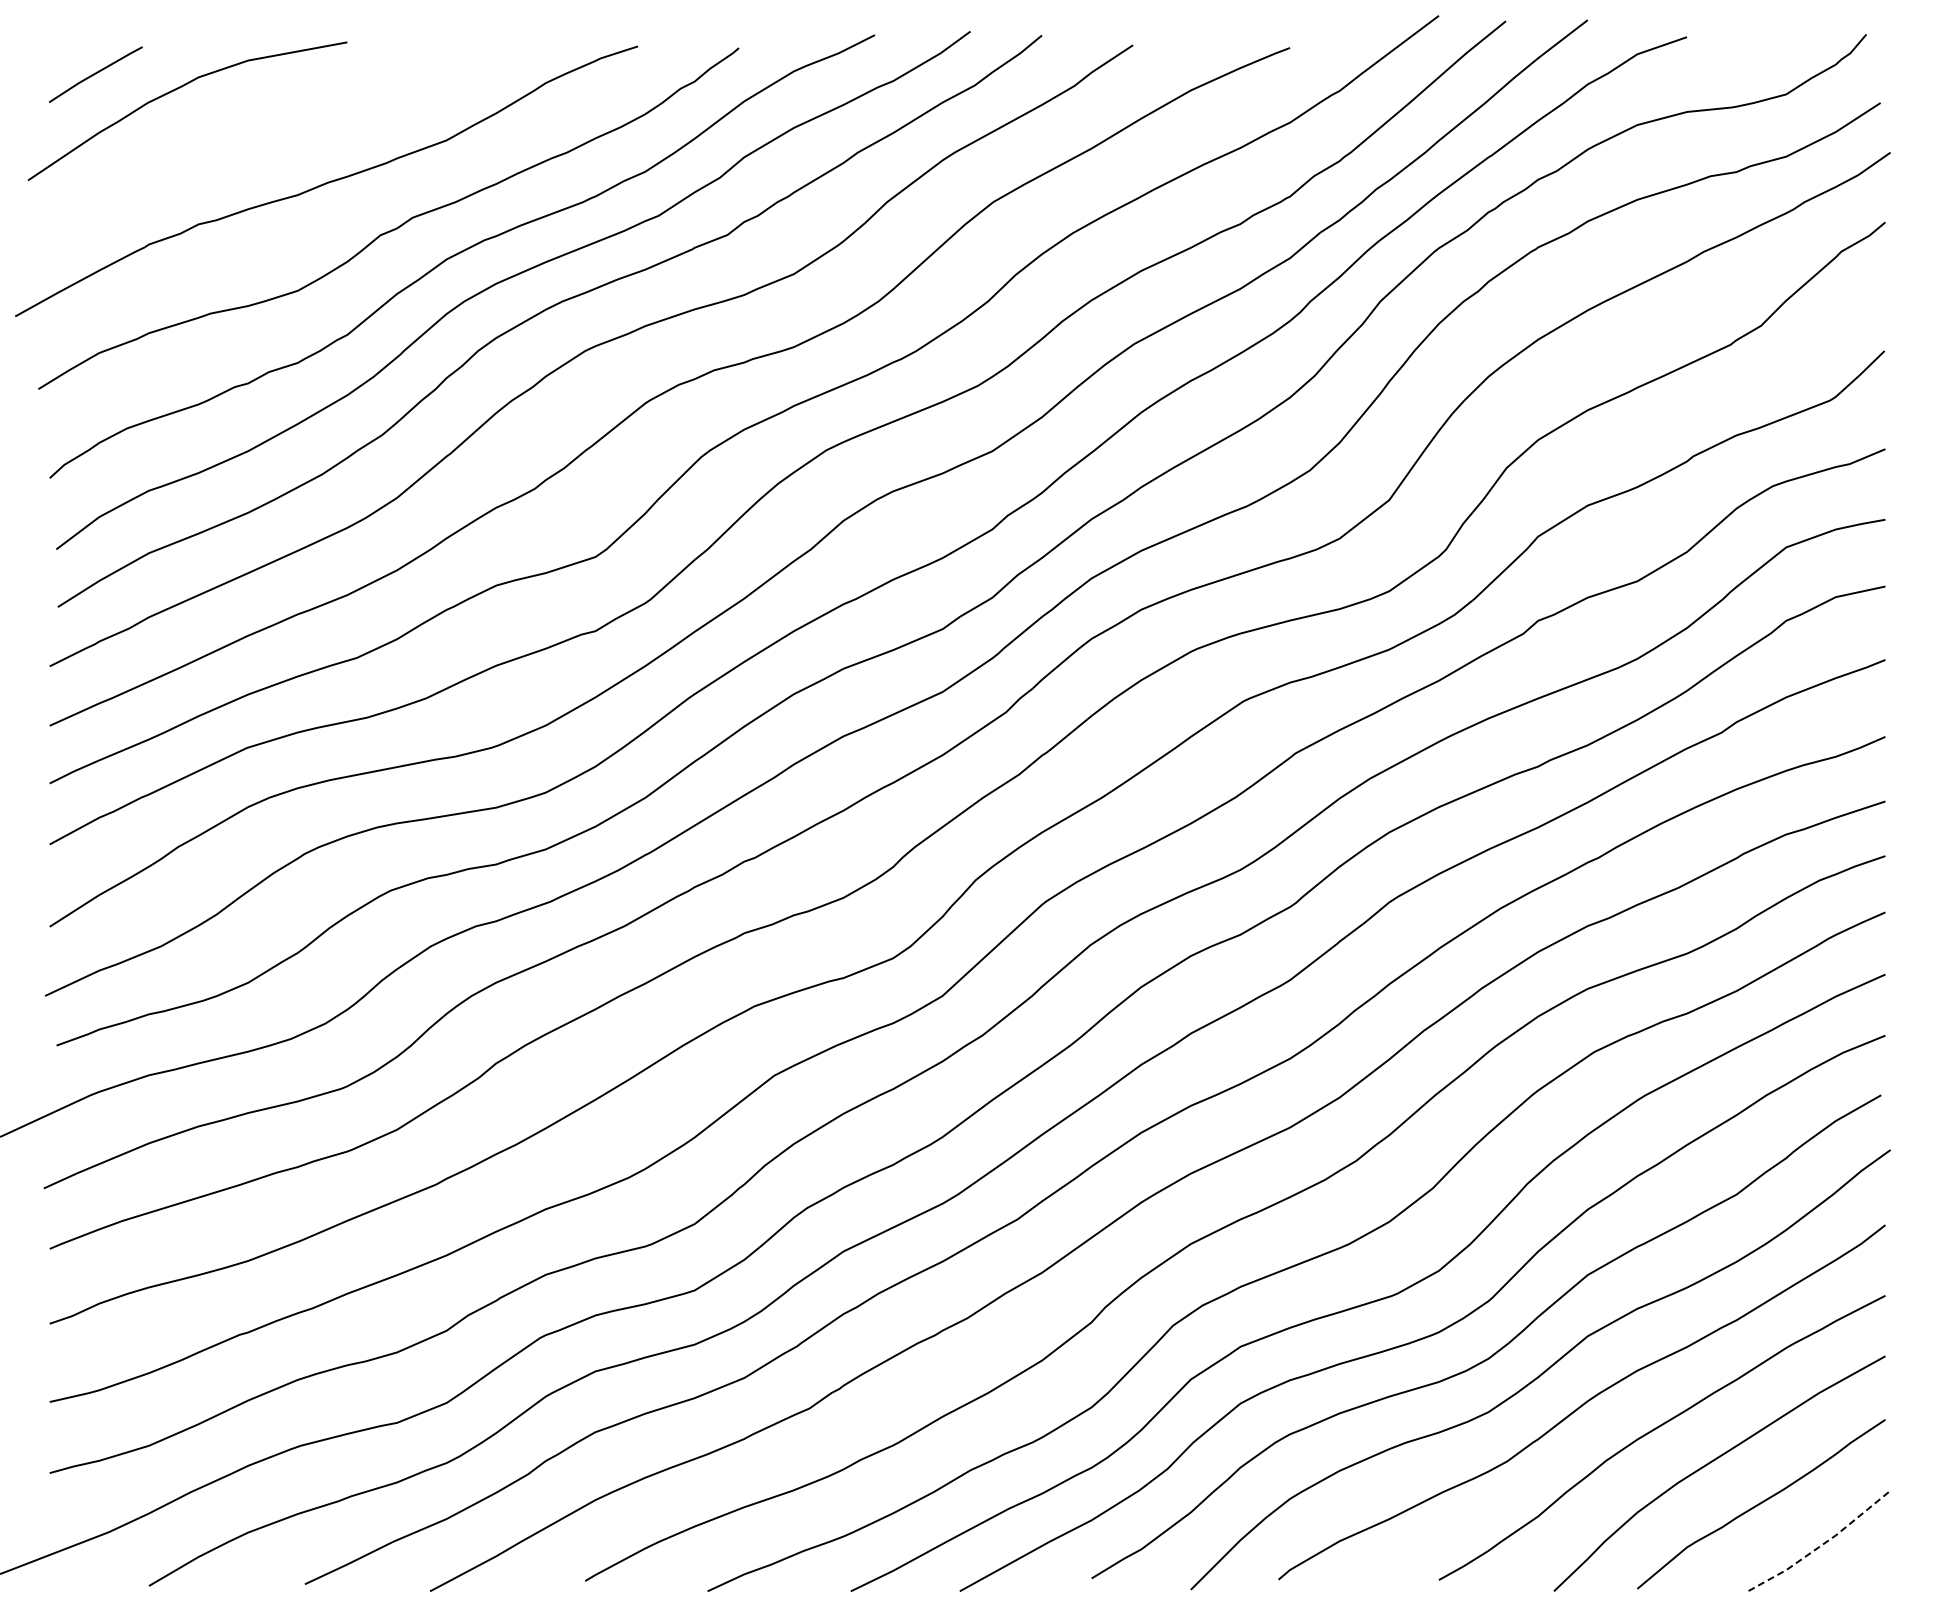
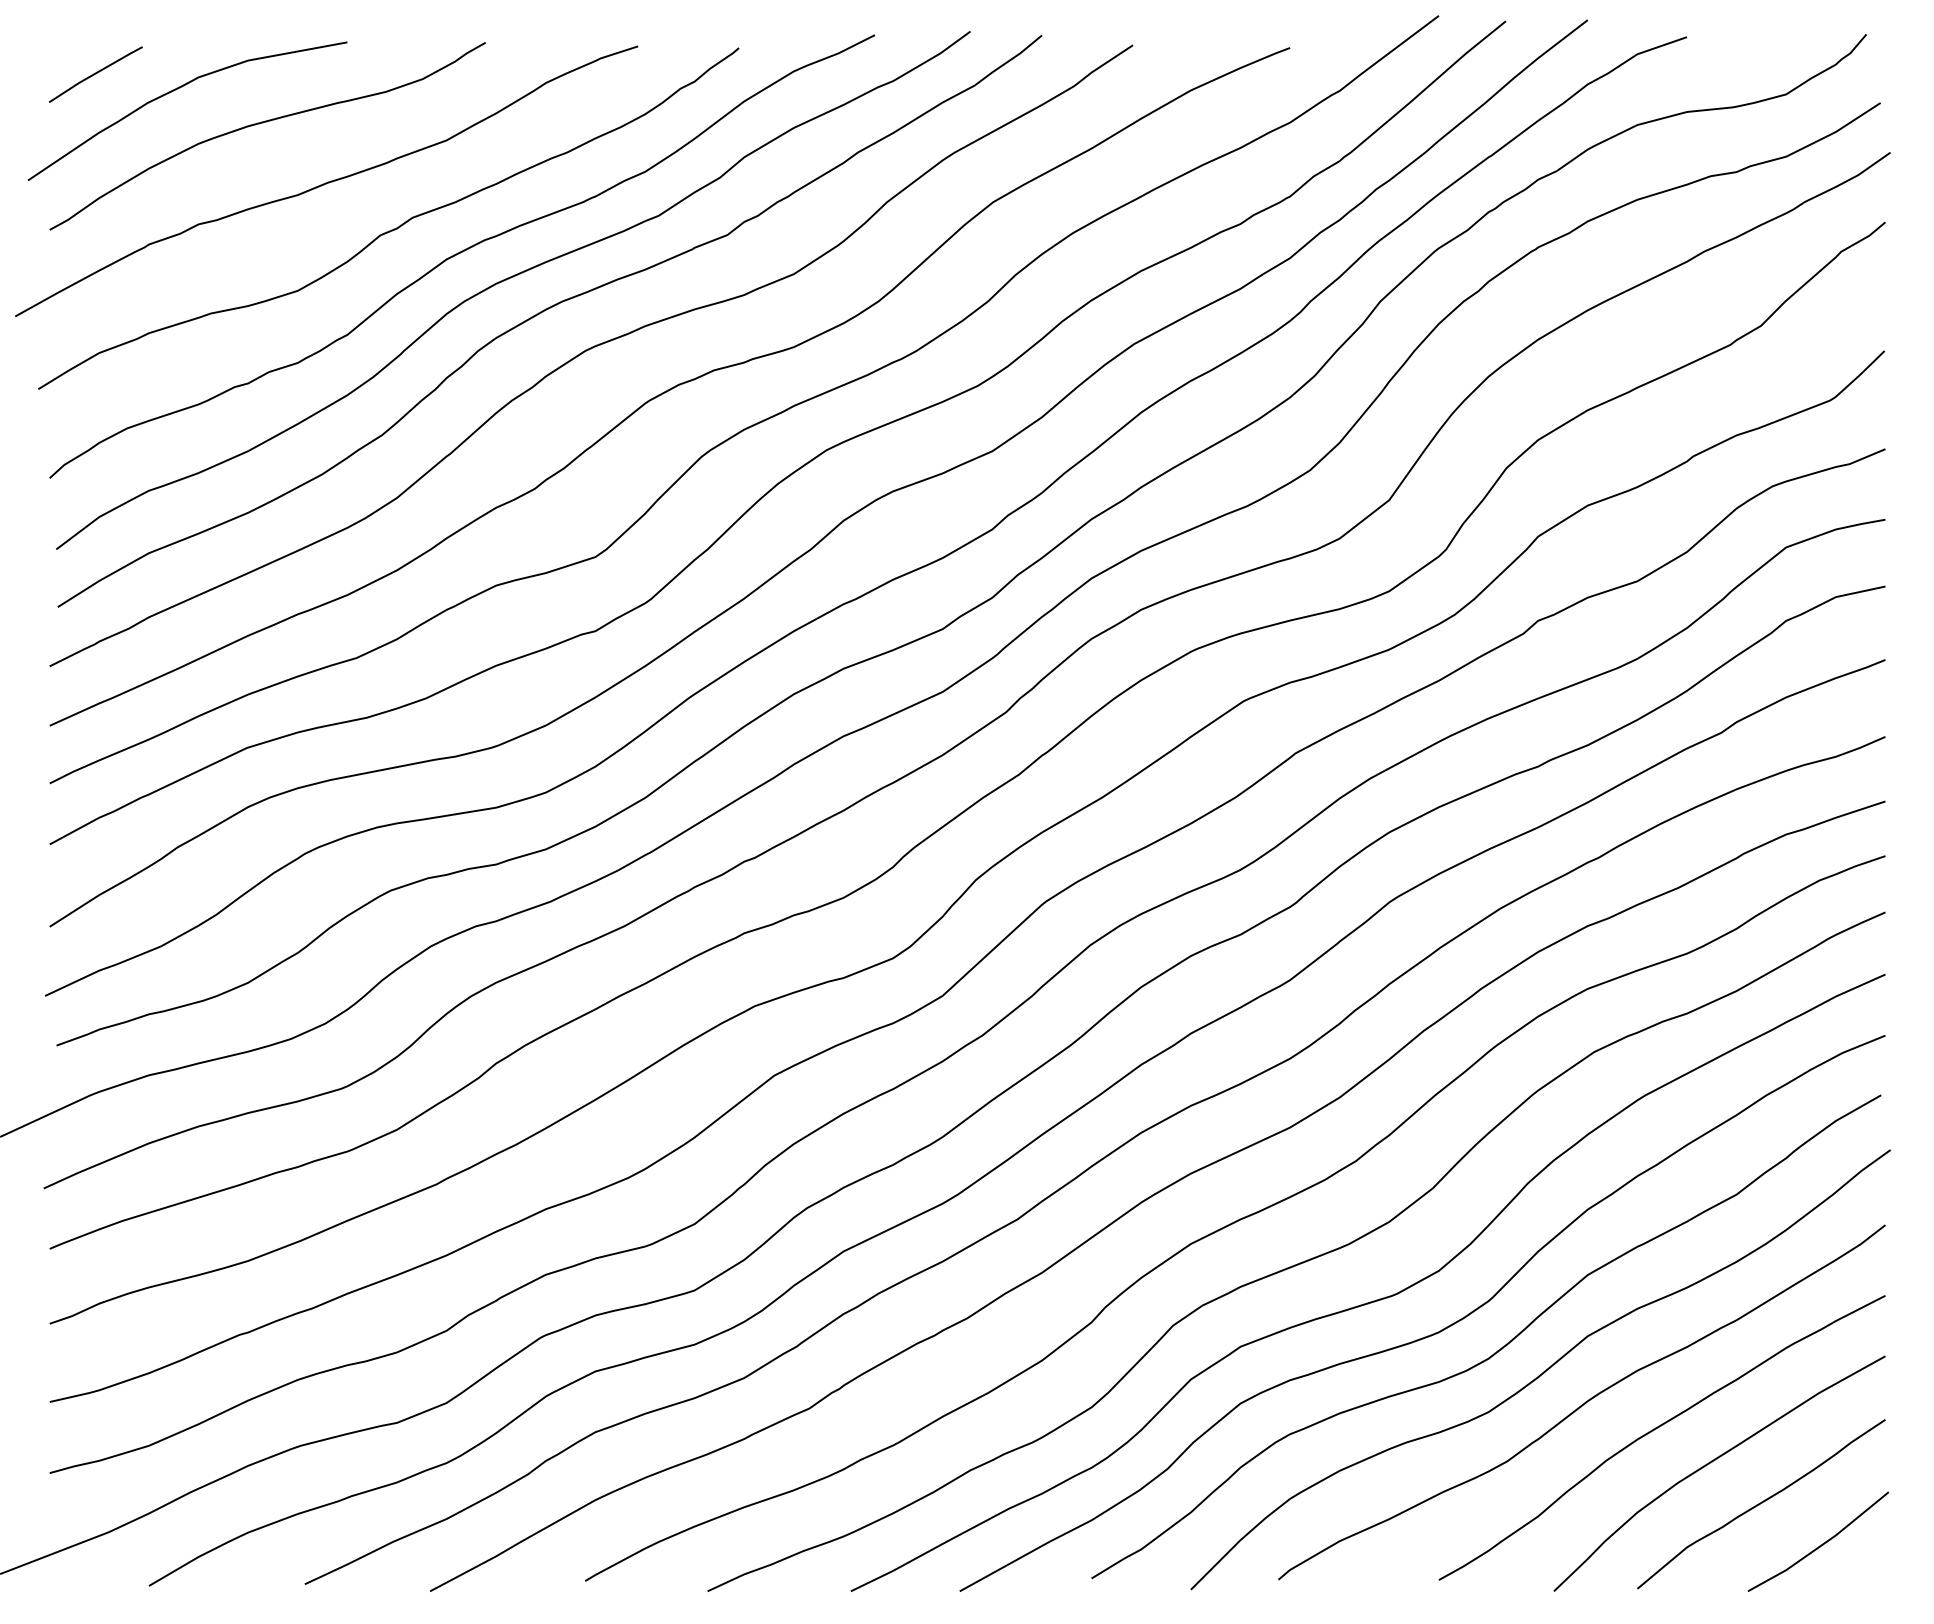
curve at (263, 123): none -> present
line at (1821, 1545): dashed -> solid
